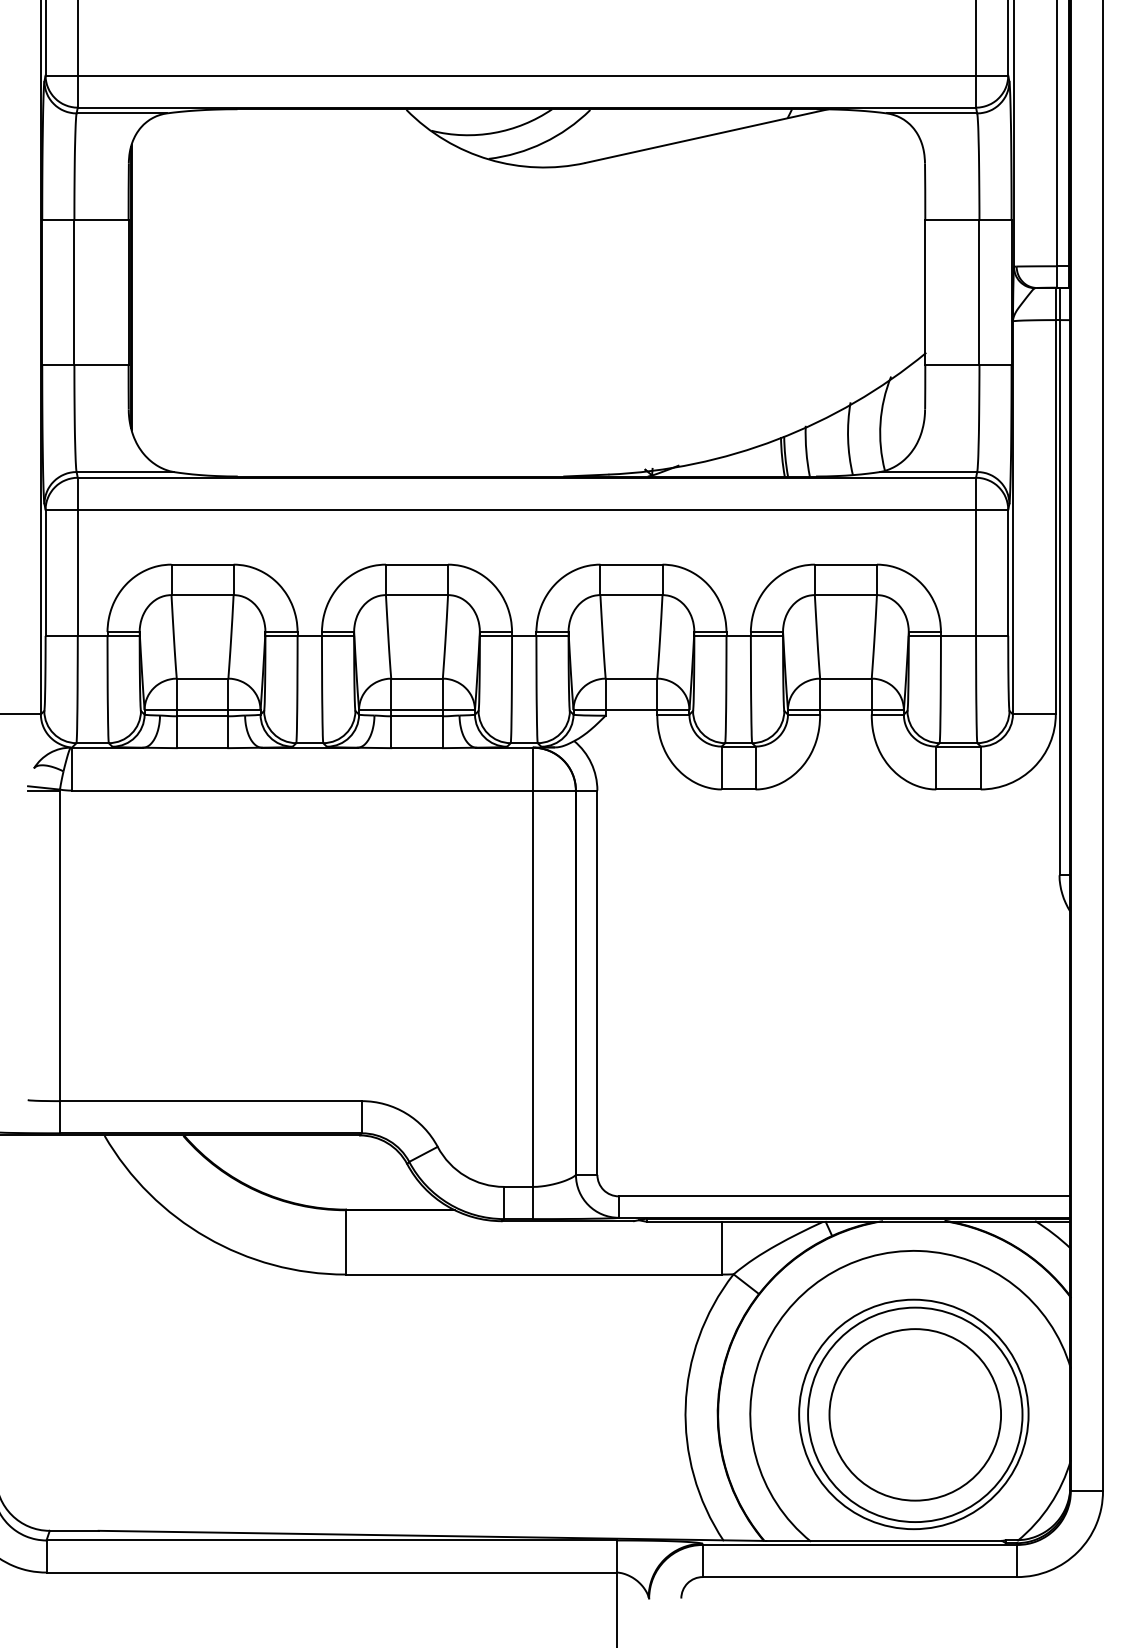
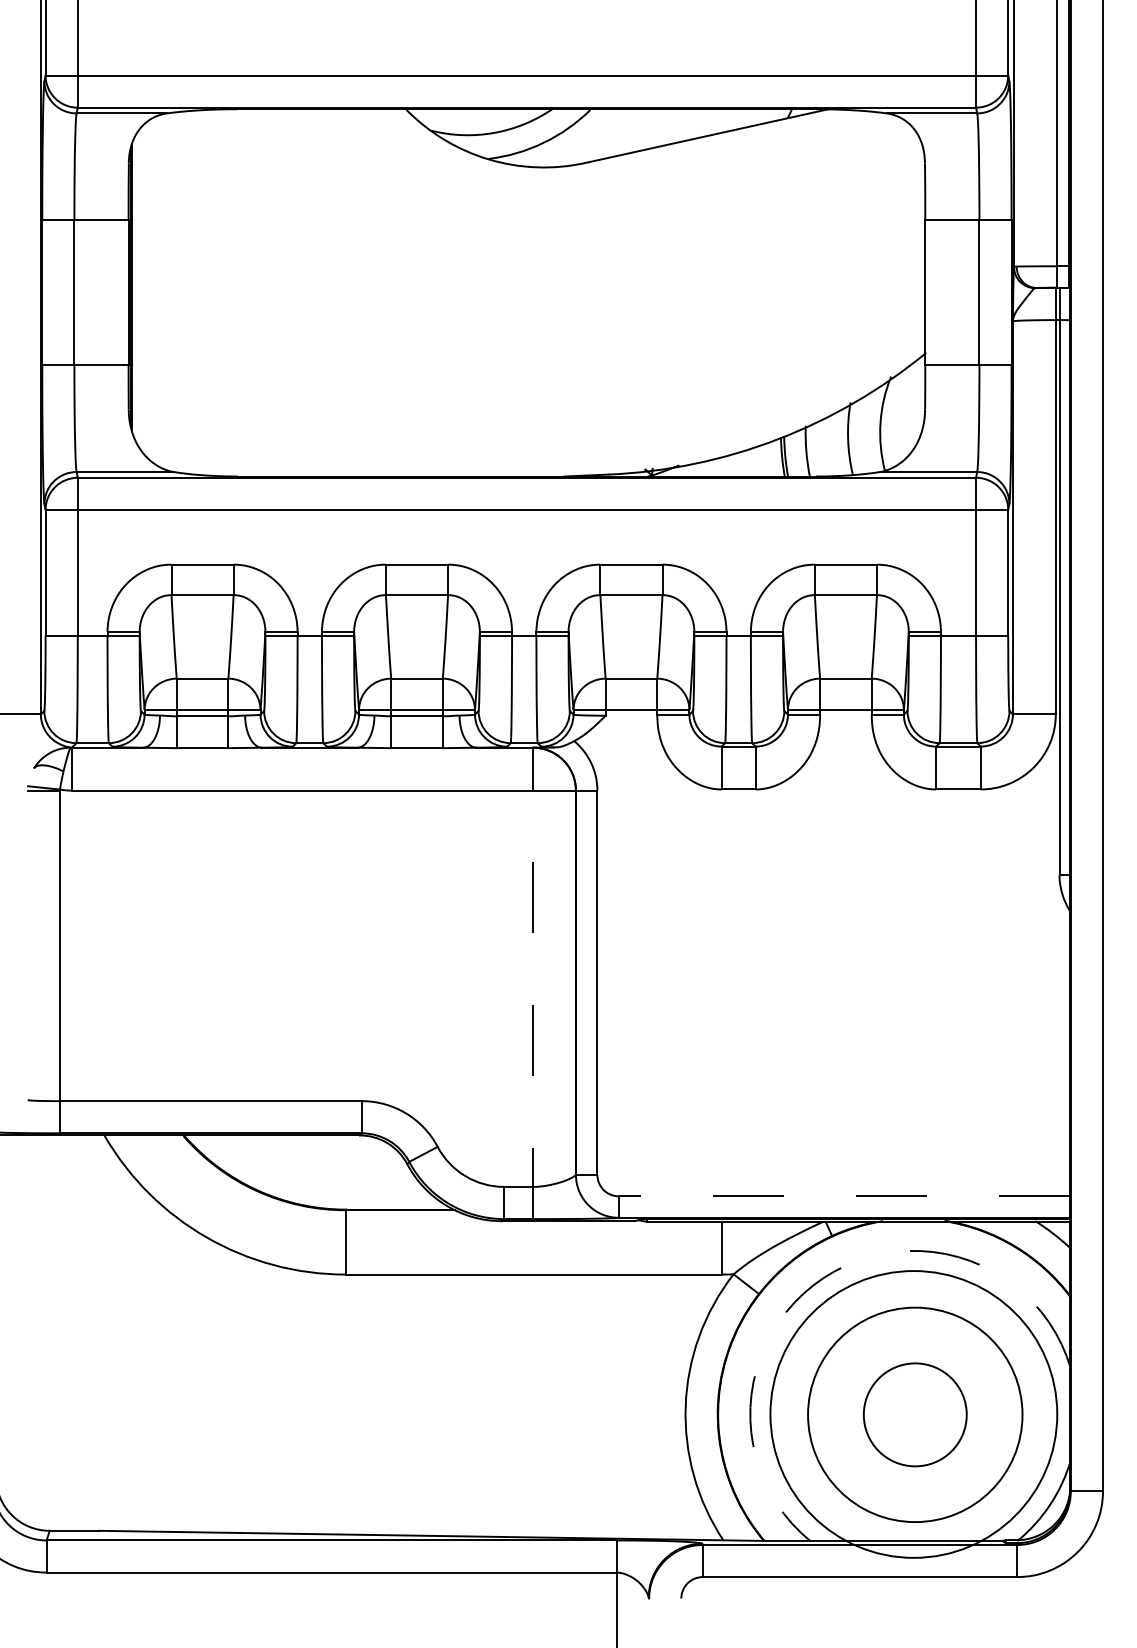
line at (532, 983): solid -> dashed
line at (844, 1196): solid -> dashed
arc at (823, 1278): solid -> dashed
circle at (913, 1414) diameter: 229 px -> 287 px
circle at (915, 1414) diameter: 172 px -> 103 px
